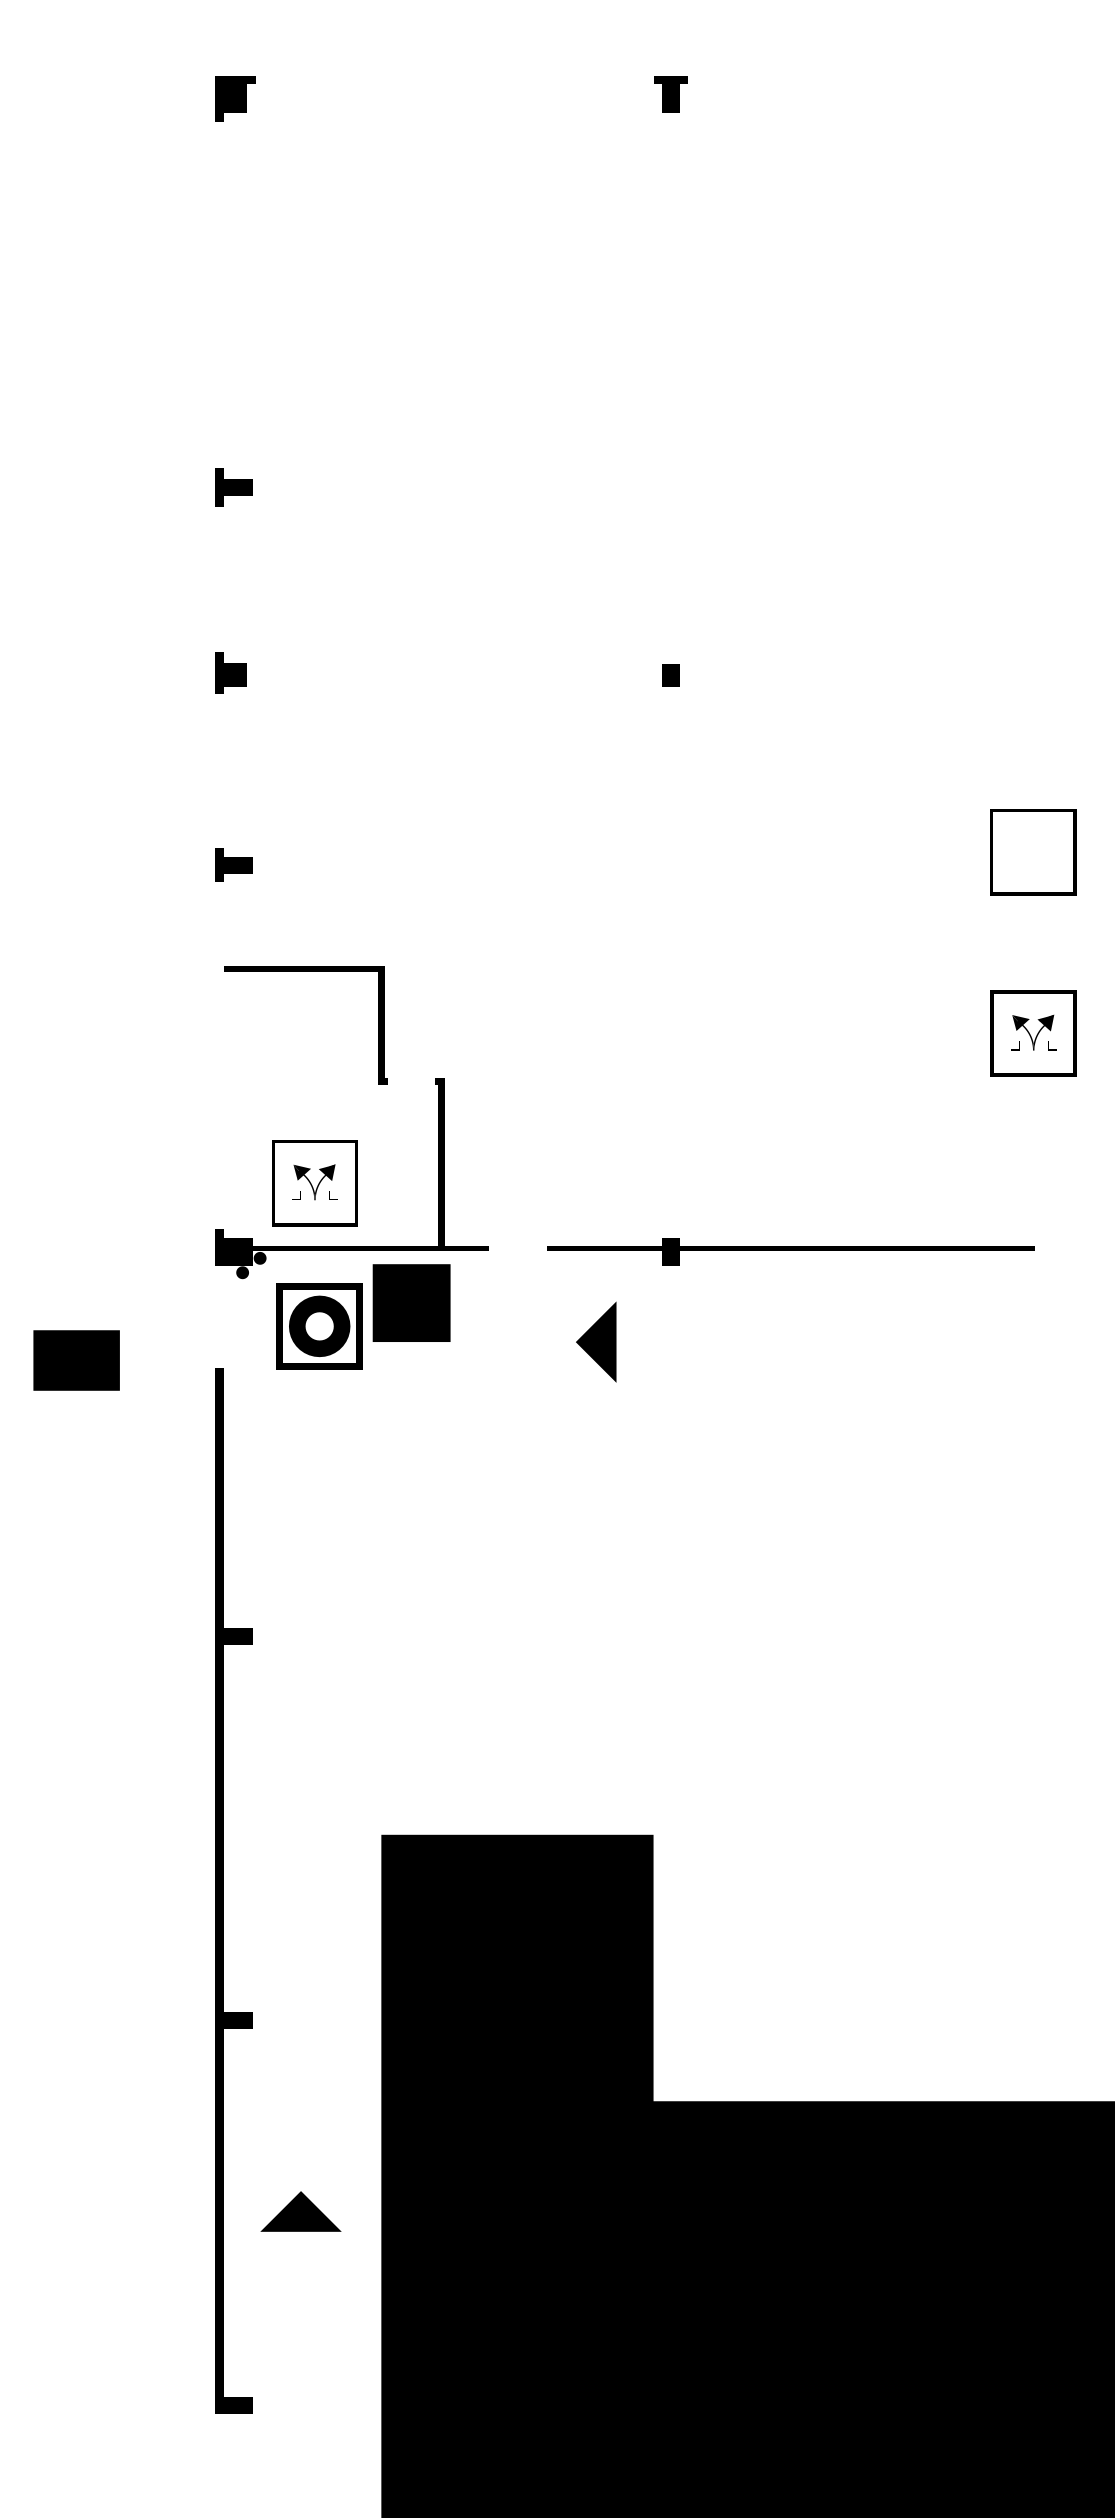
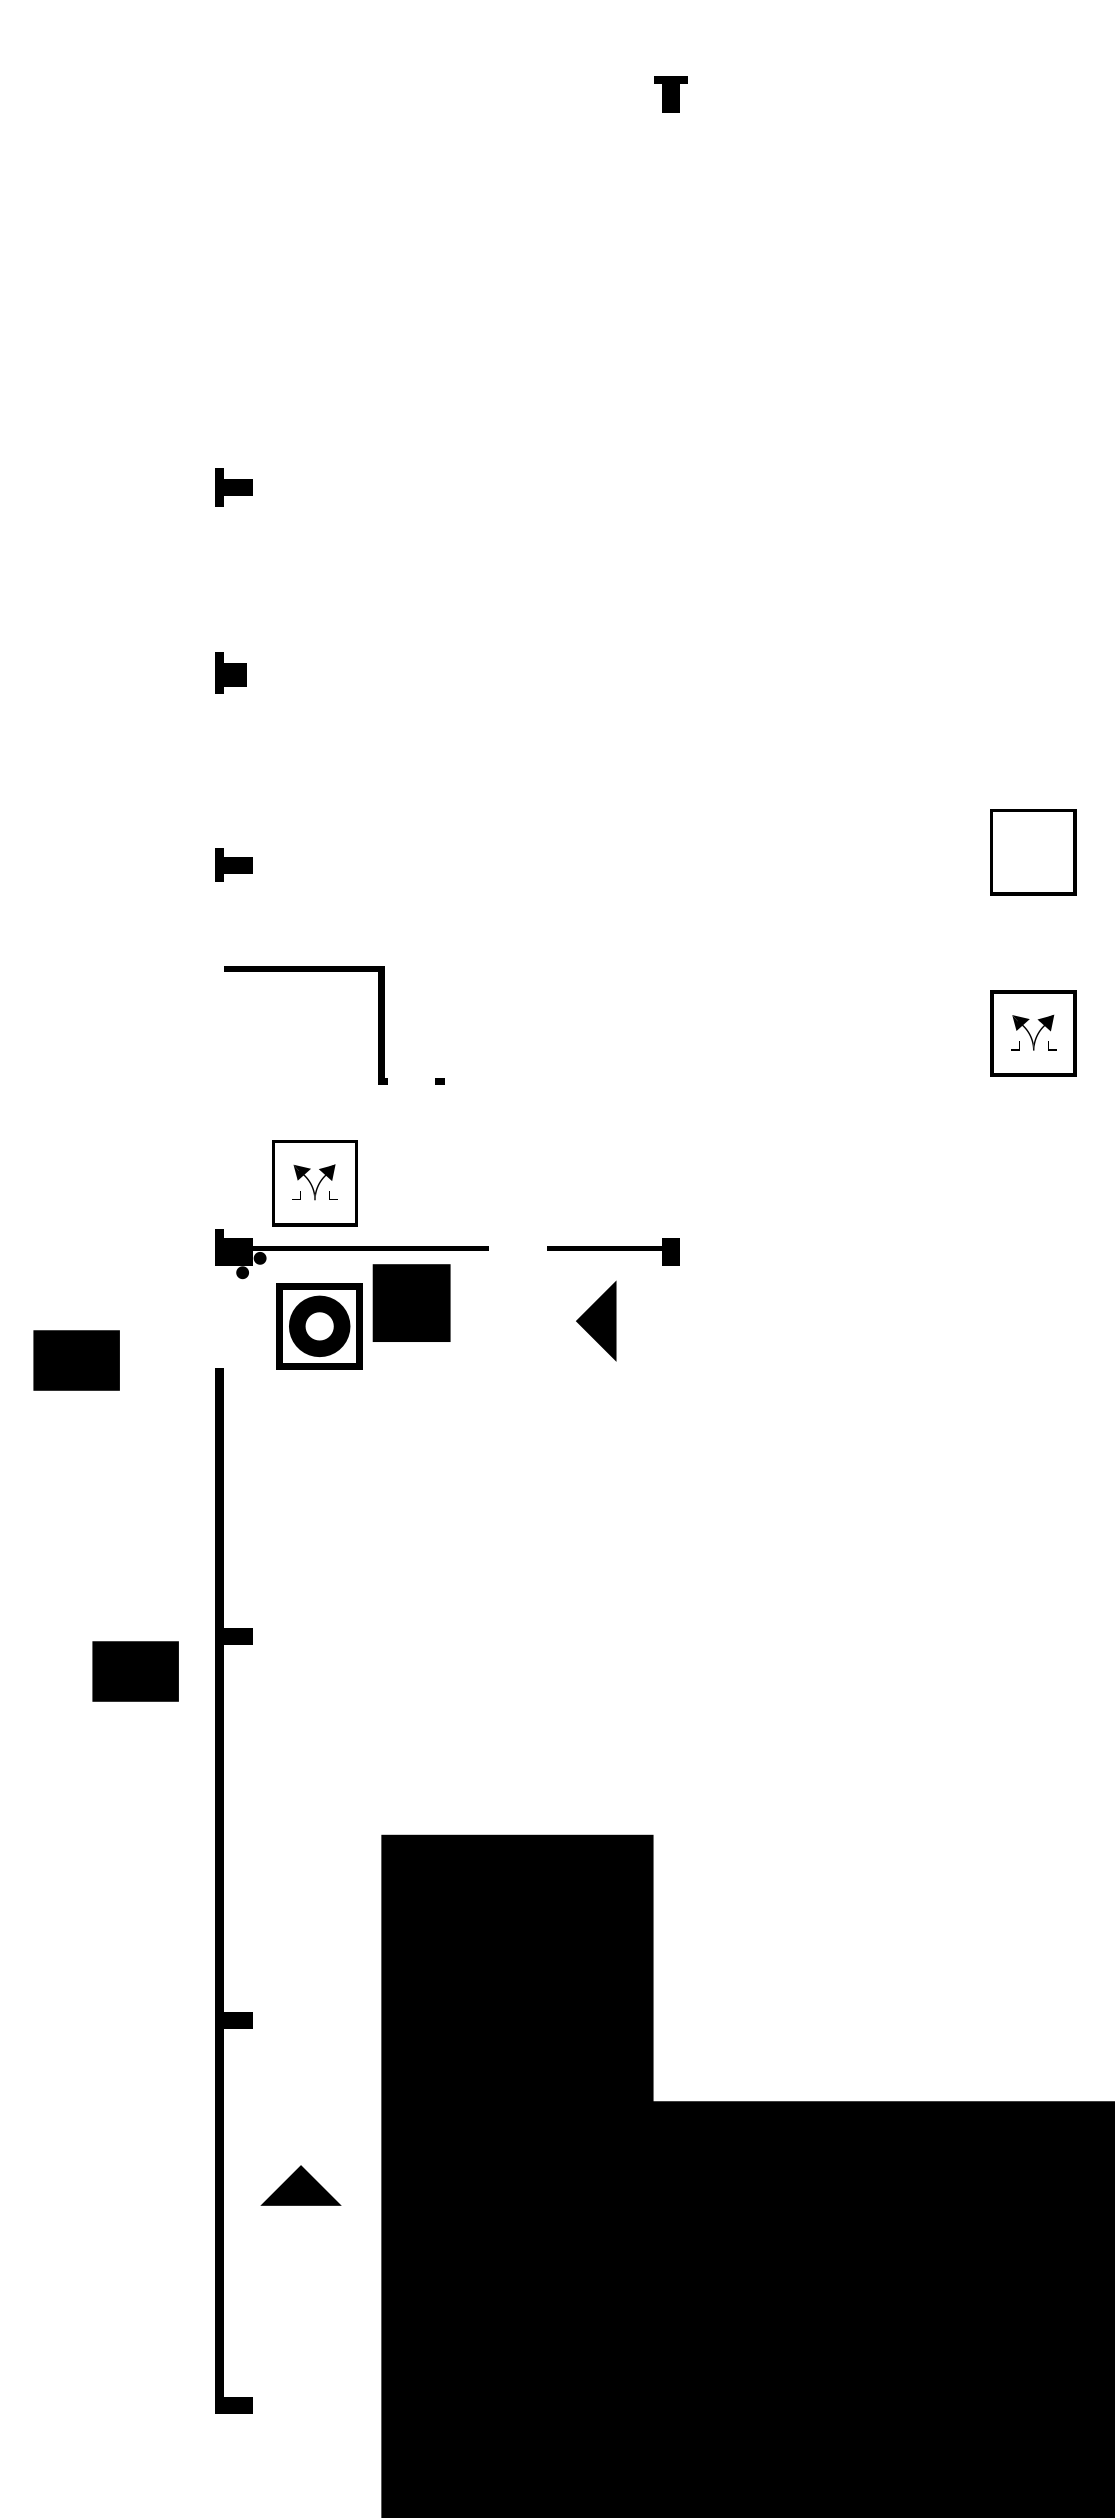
part at (235, 98): present -> none
fill at (670, 674): present -> none
fill at (441, 1164): present -> none
fill at (856, 1248): present -> none
part at (596, 1341) position: (596, 1341) -> (596, 1320)
part at (135, 1671): none -> present
part at (300, 2211) position: (300, 2211) -> (300, 2185)
